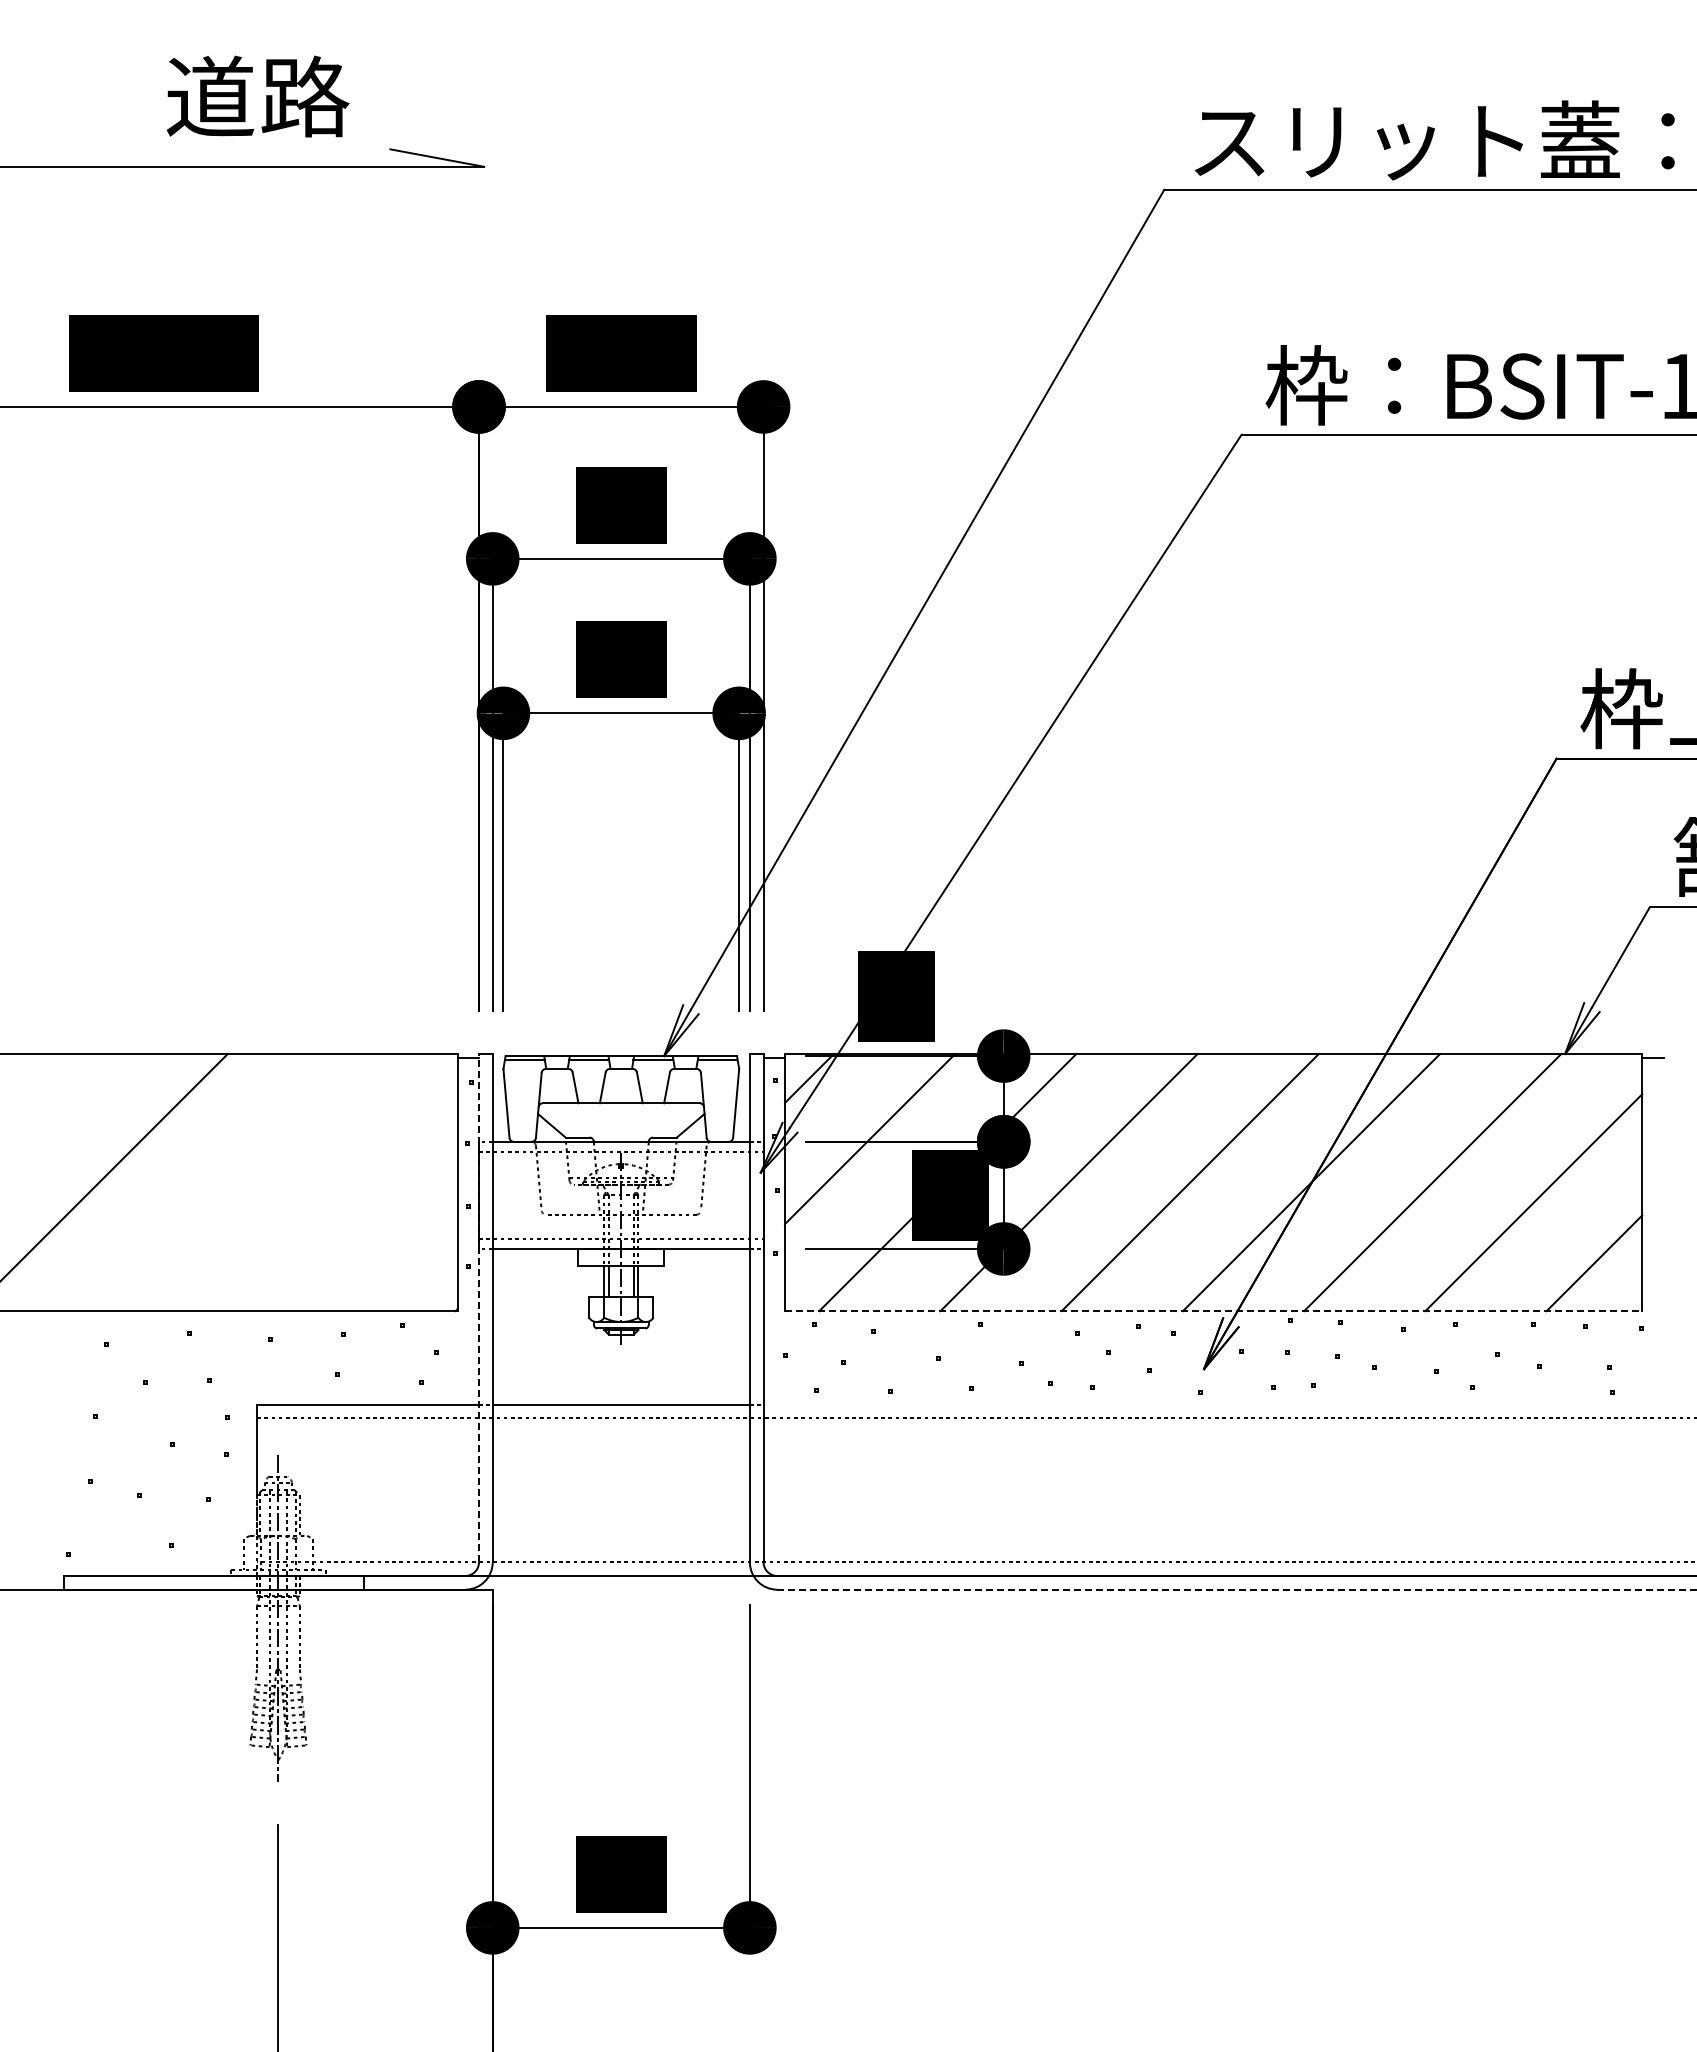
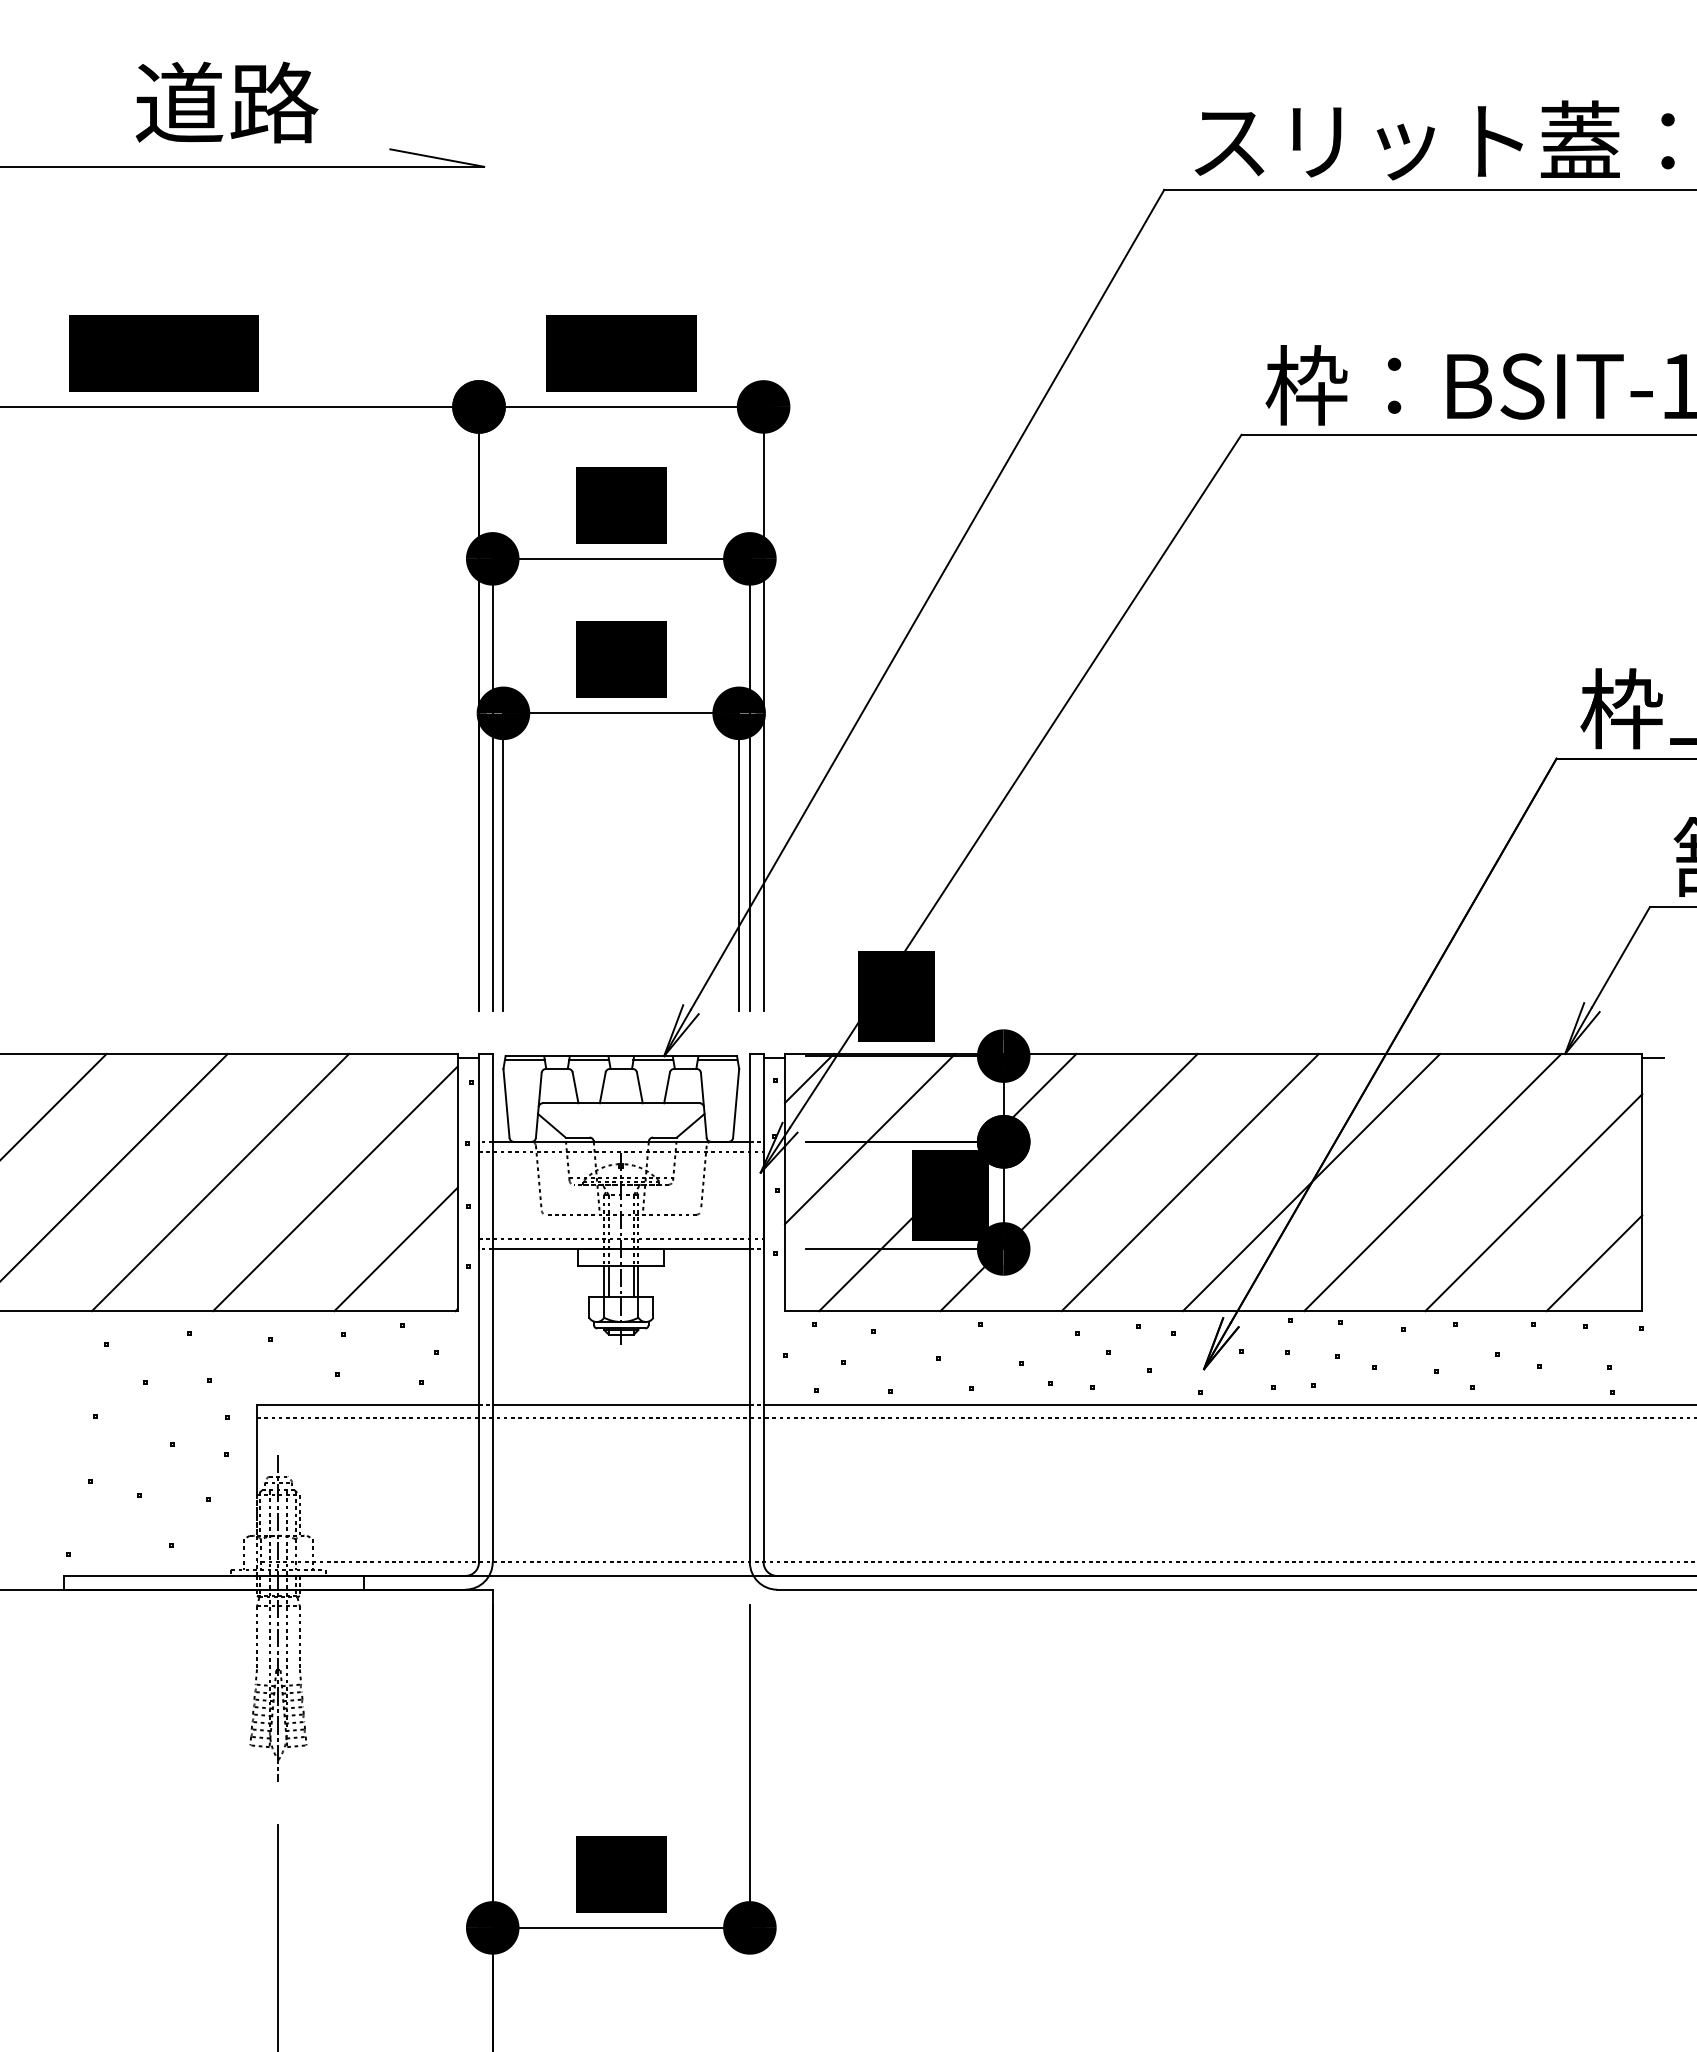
text at (257, 96) position: (257, 96) -> (226, 102)
line at (54, 1105): none -> present
line at (220, 1182): none -> present
line at (335, 1188): none -> present
line at (395, 1249): none -> present
line at (479, 1307): dashed -> solid
line at (1213, 1311): dashed -> solid
line at (1228, 1404): none -> present
line at (1237, 1589): dashed -> solid
